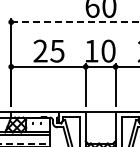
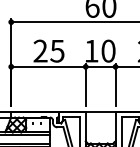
line at (75, 22): dashed -> solid
line at (25, 144): dashed -> solid
